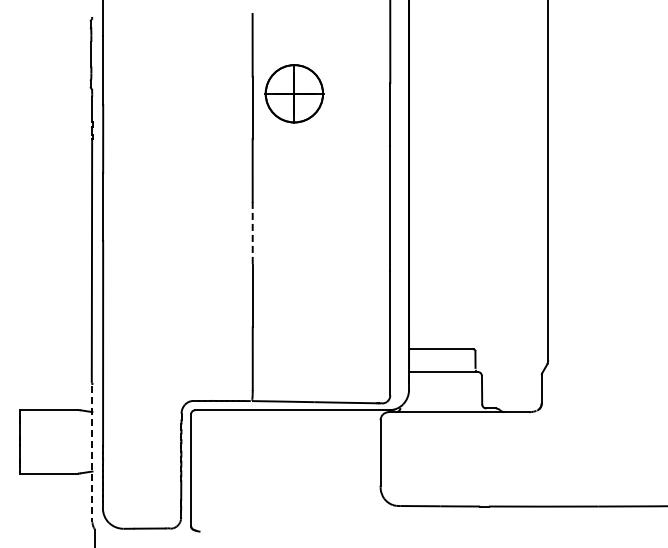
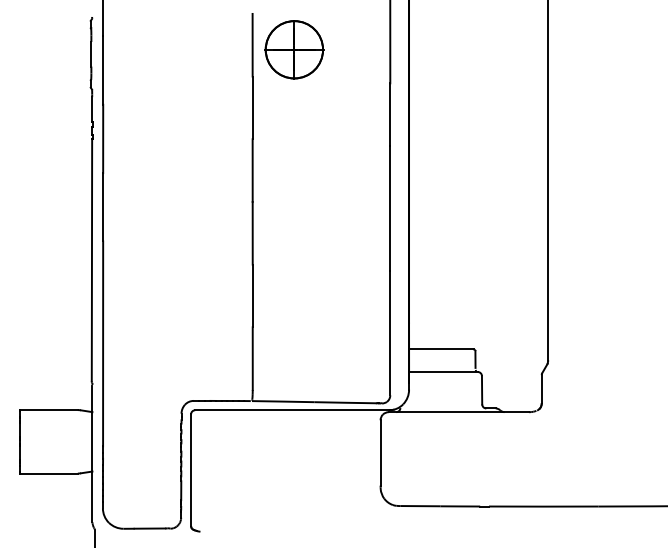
part at (294, 93) position: (294, 93) -> (294, 49)
line at (252, 233): dashed -> solid
line at (92, 454): dashed -> solid
